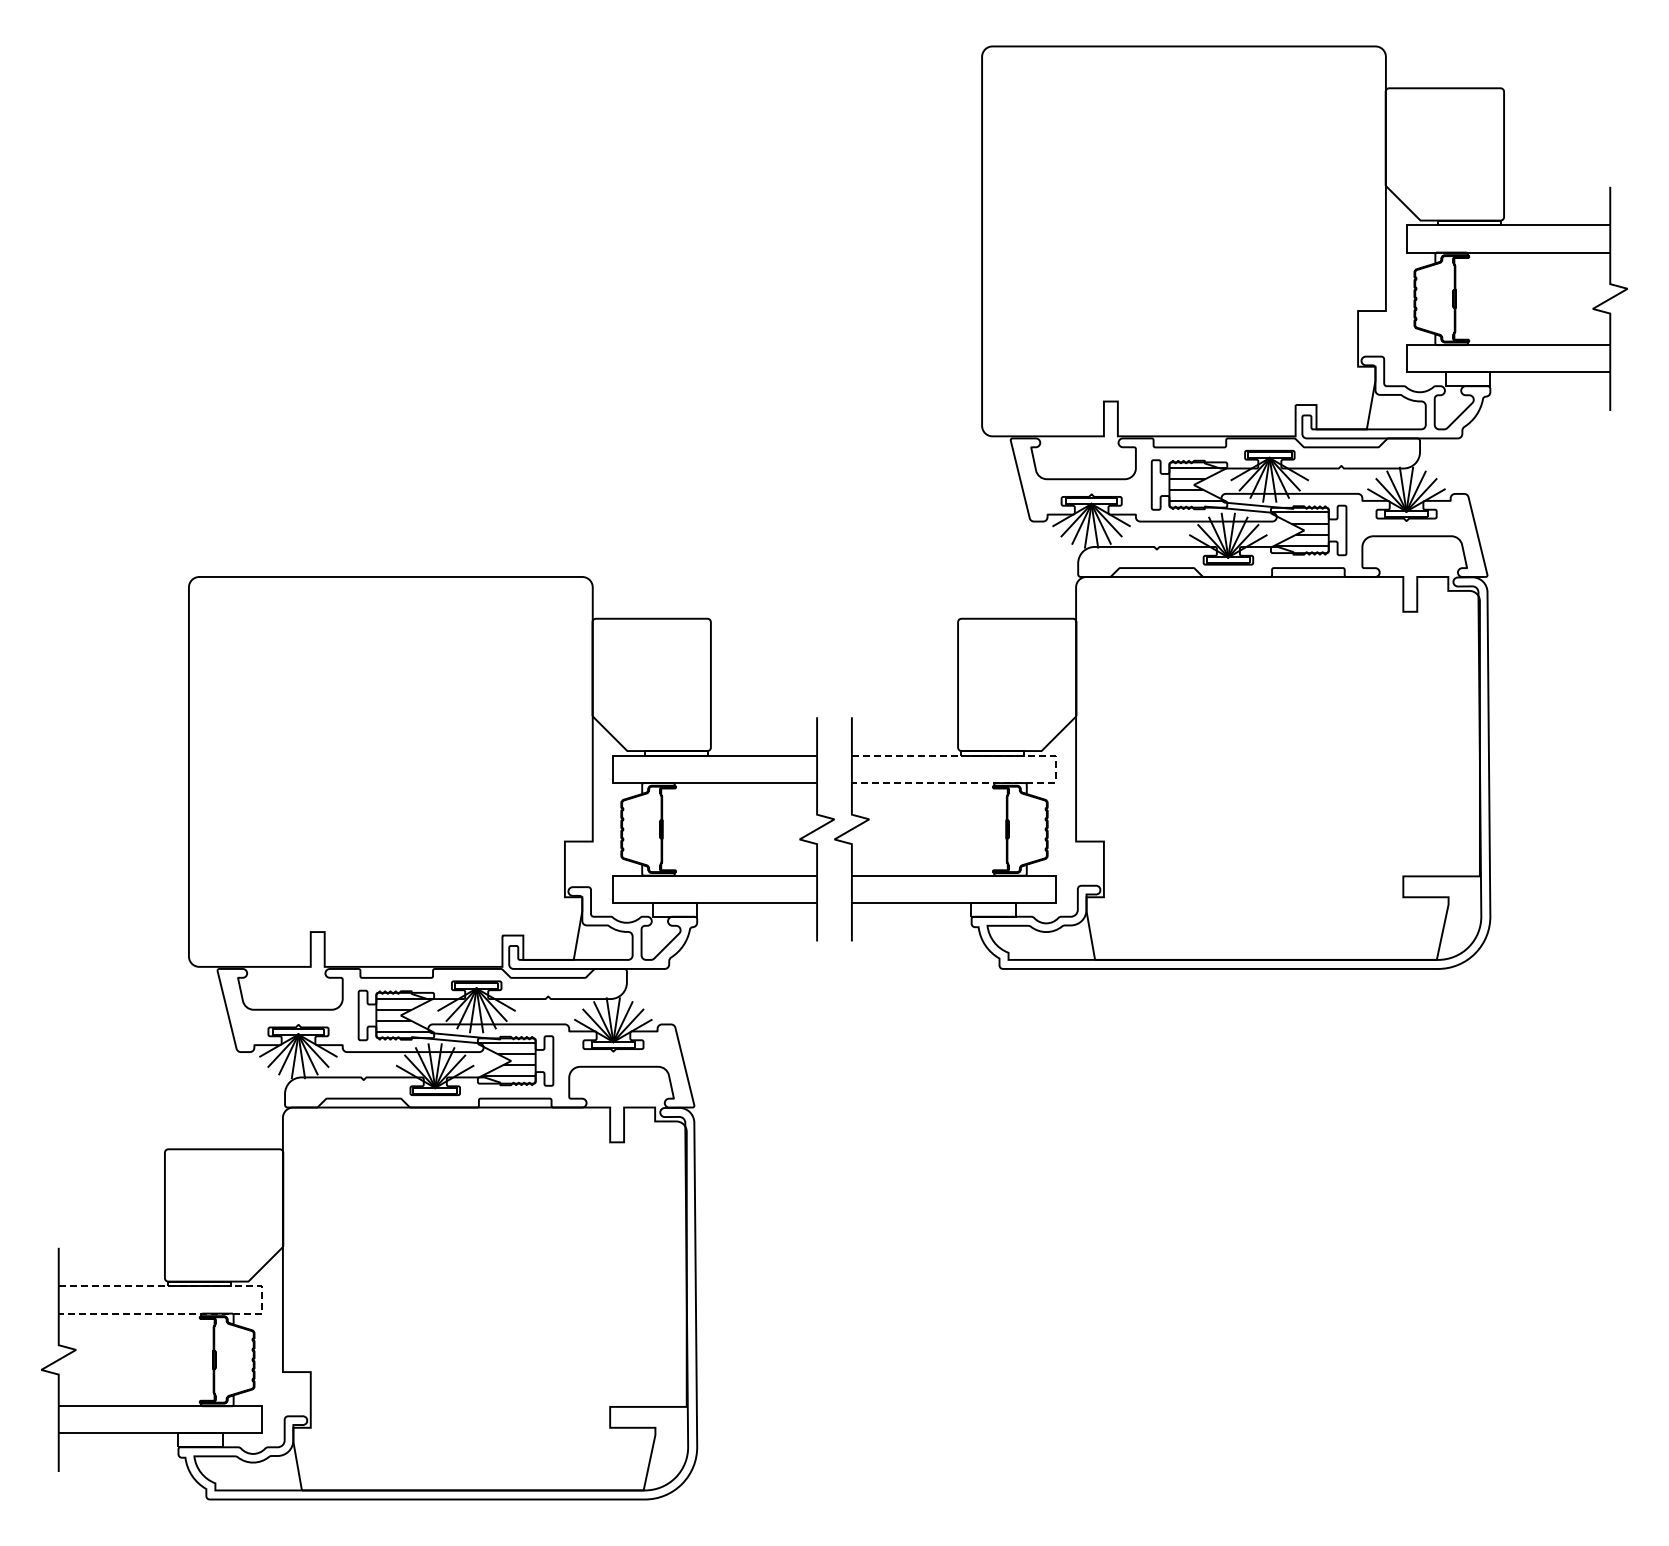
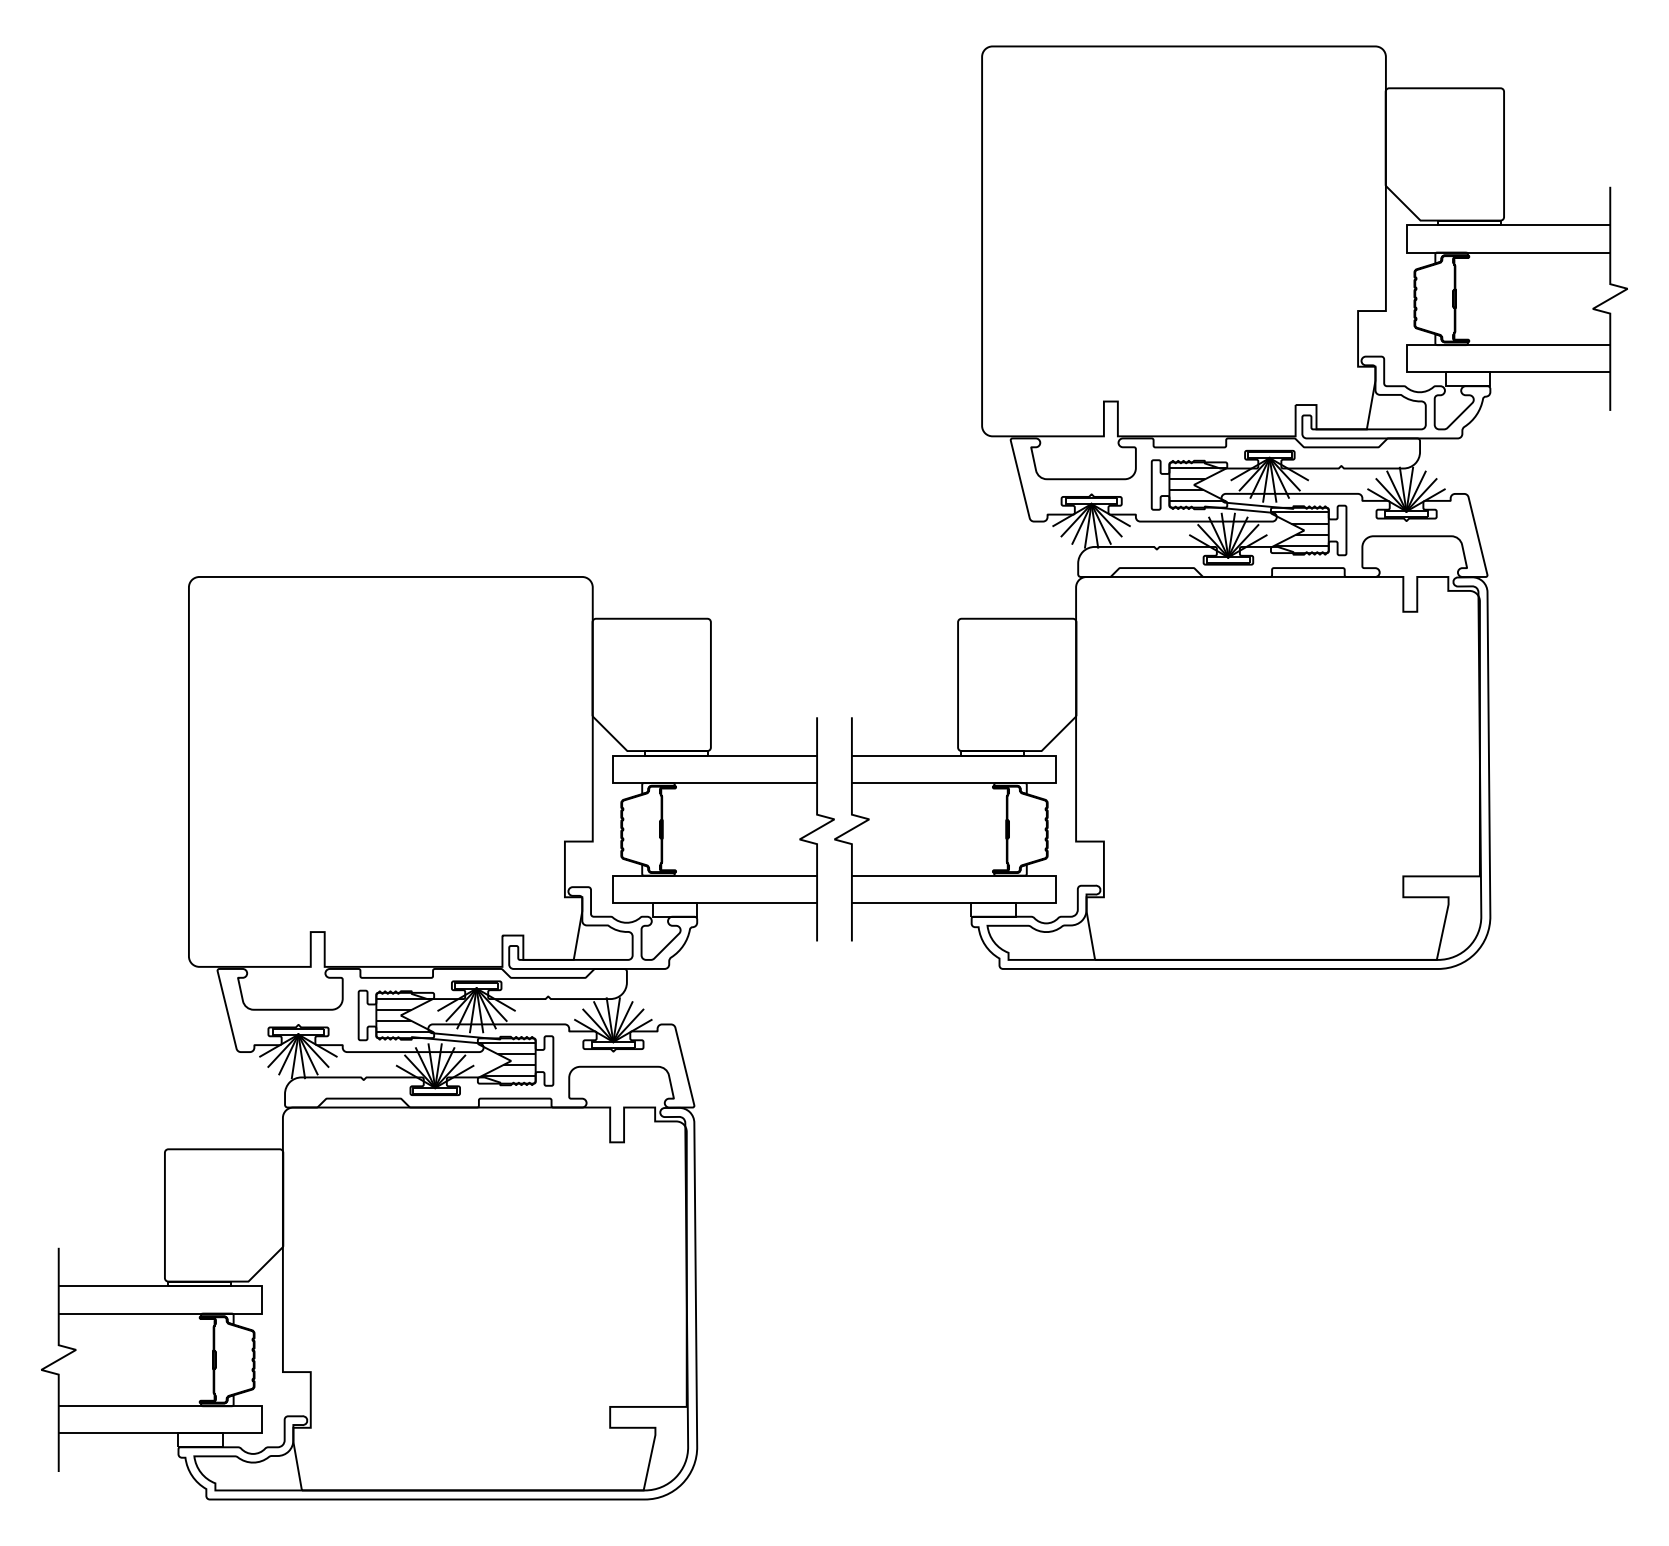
line at (1055, 769): dashed -> solid
line at (262, 1300): dashed -> solid
